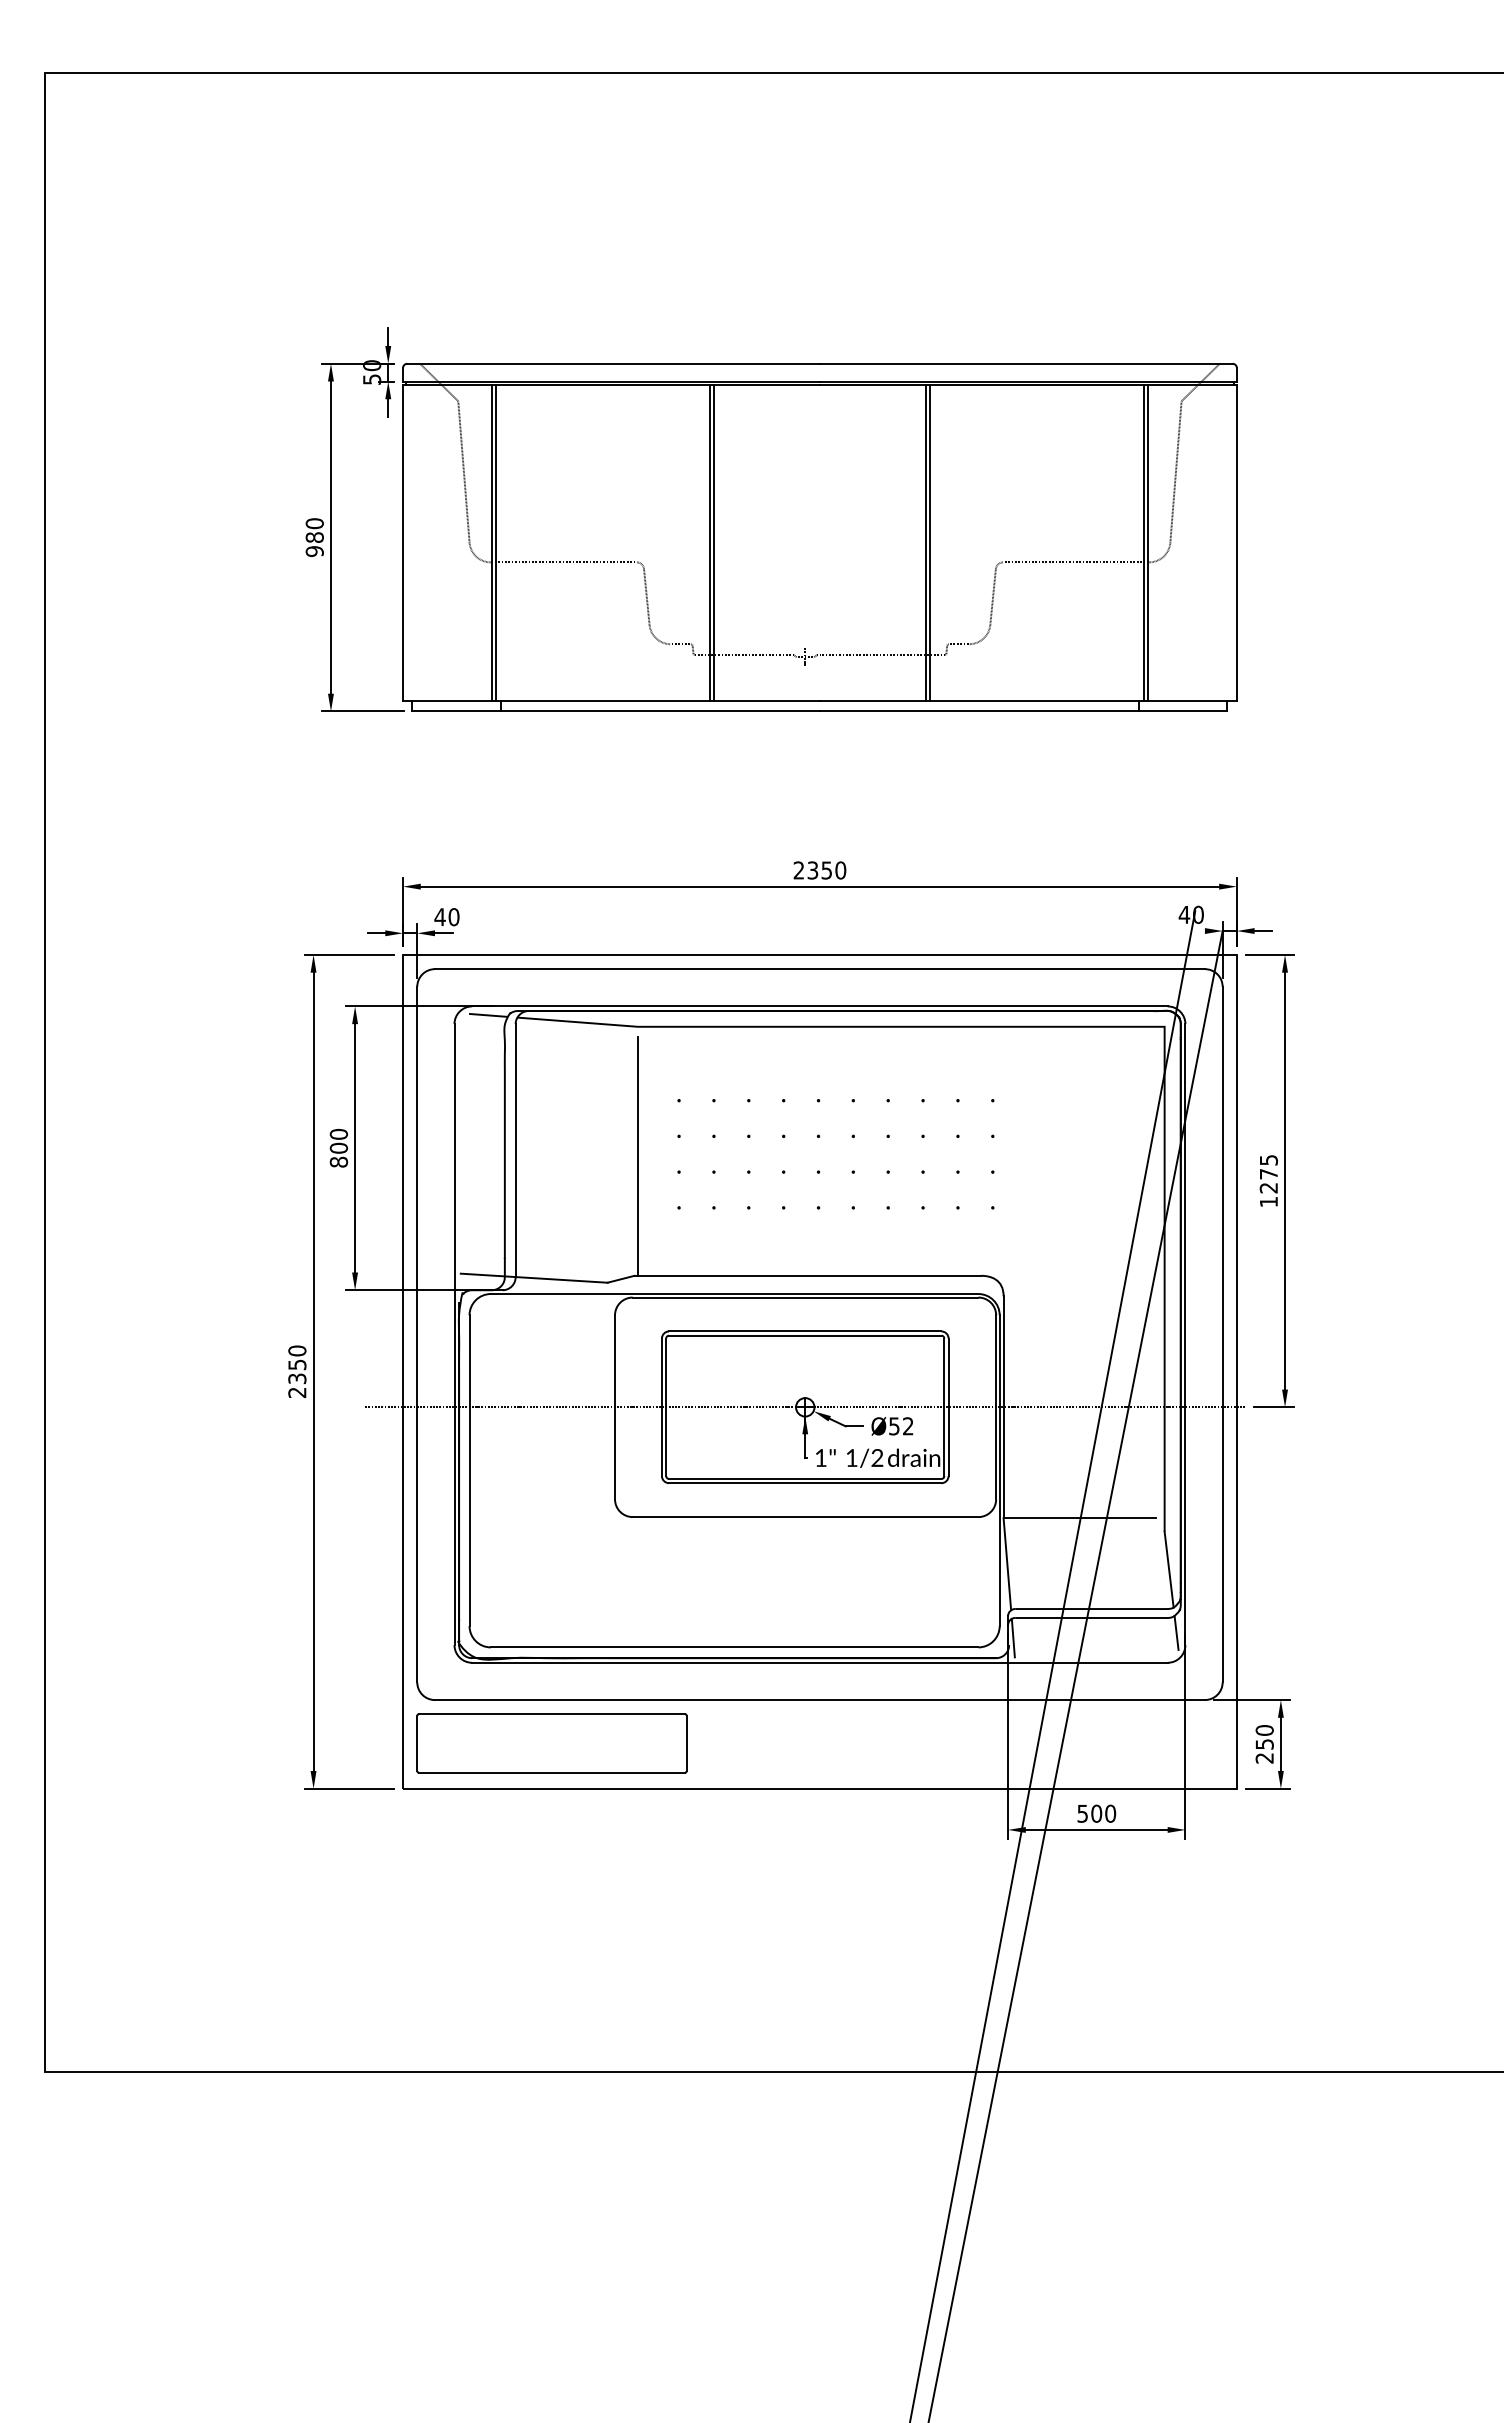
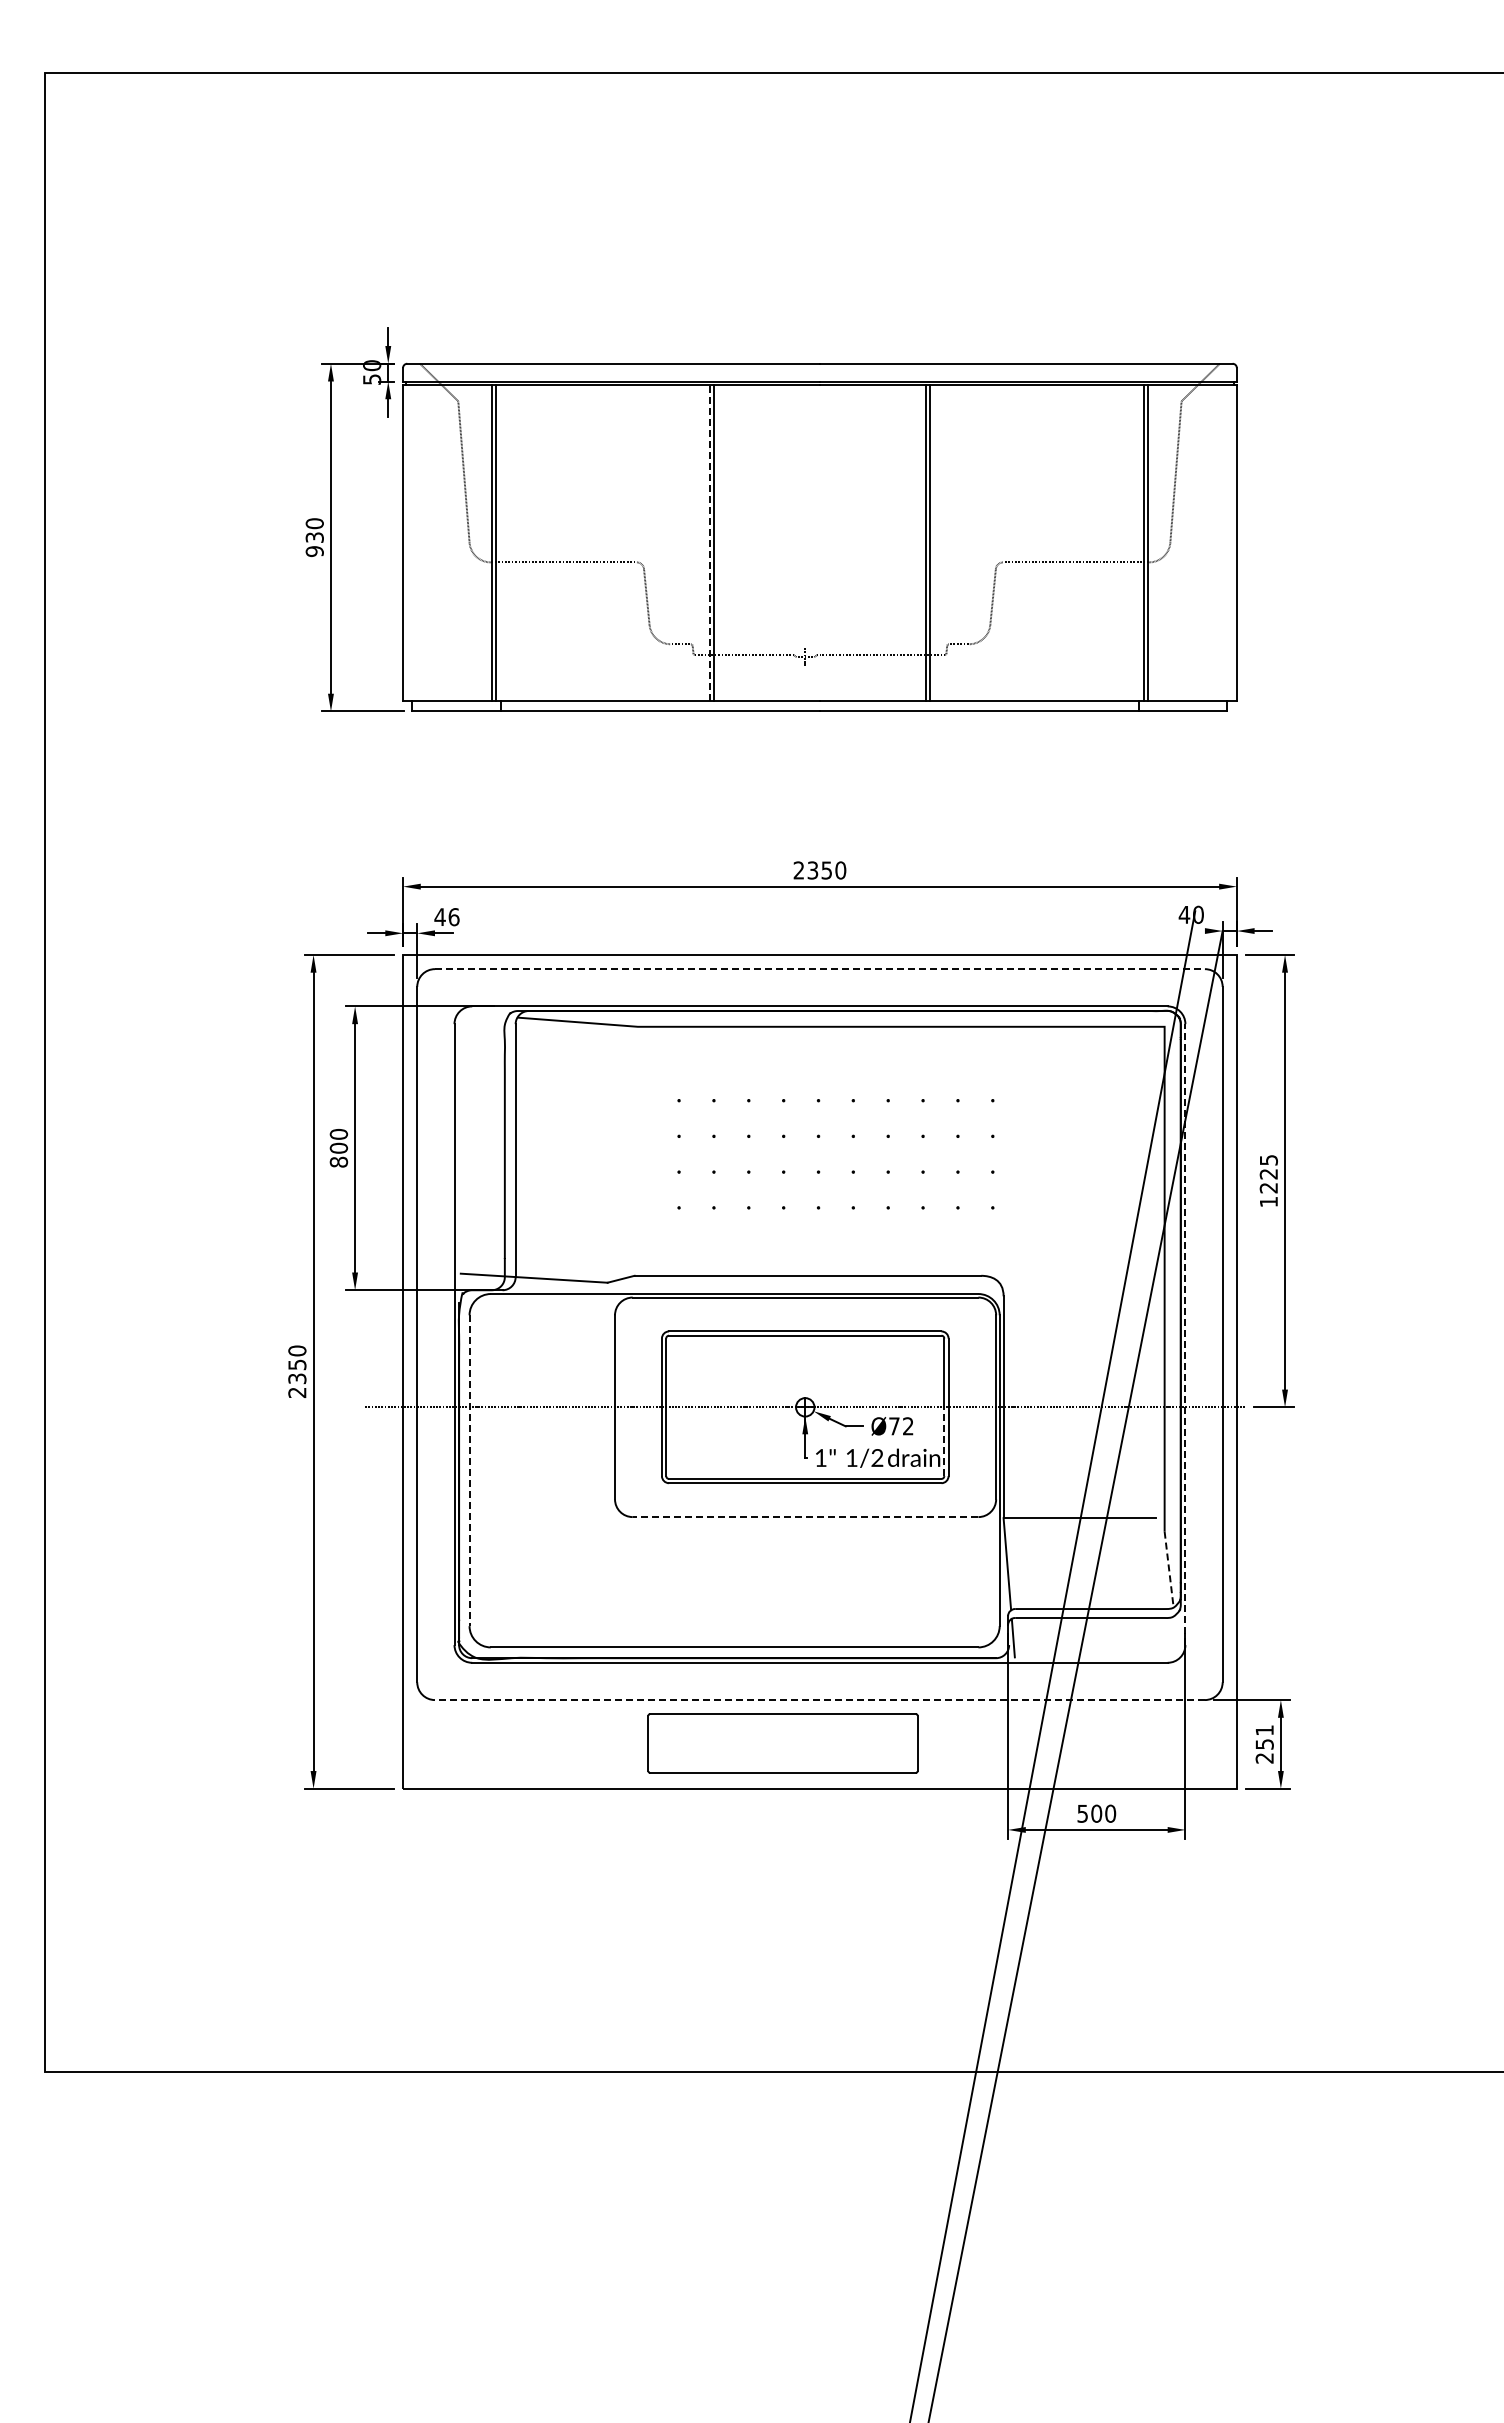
text at (314, 537): 980 -> 930
line at (709, 542): solid -> dashed
text at (453, 917): 40 -> 46
line at (819, 969): solid -> dashed
line at (488, 1015): present -> none
line at (638, 1155): present -> none
text at (1268, 1174): 1275 -> 1225
line at (1185, 1334): solid -> dashed
text at (894, 1426): Ø52 -> Ø72
line at (944, 1441): solid -> dashed
line at (469, 1471): solid -> dashed
line at (805, 1517): solid -> dashed
line at (1169, 1570): solid -> dashed
line at (1176, 1633): present -> none
line at (819, 1700): solid -> dashed
text at (1264, 1730): 250 -> 251
part at (551, 1743) position: (551, 1743) -> (782, 1743)
